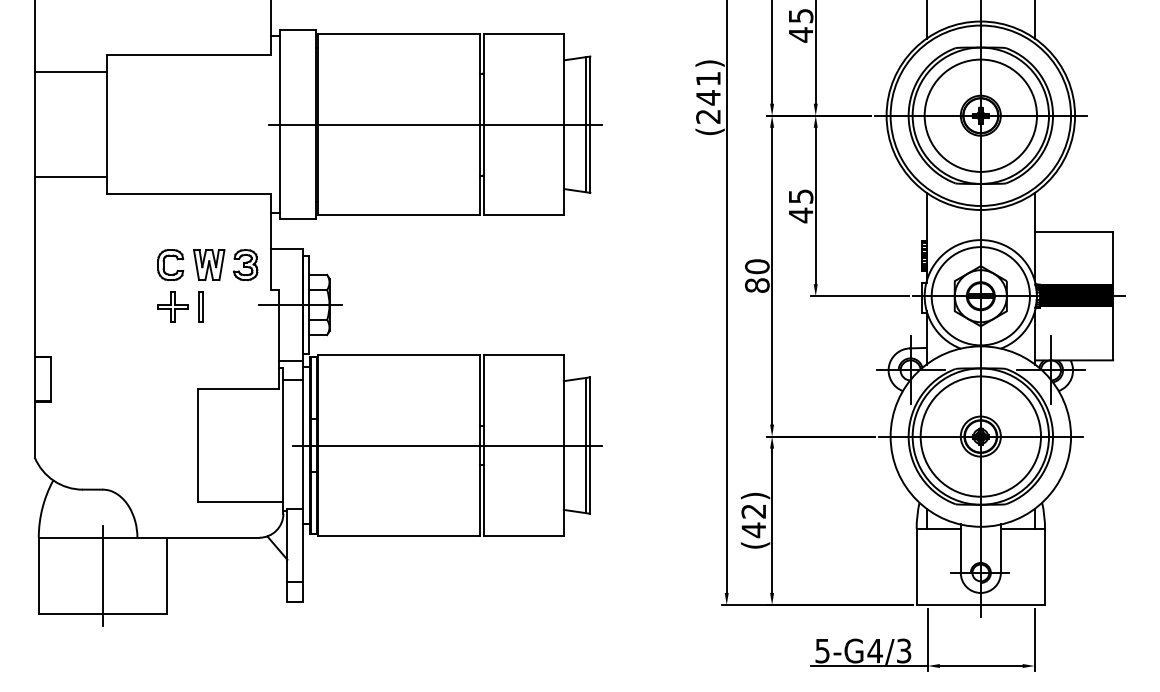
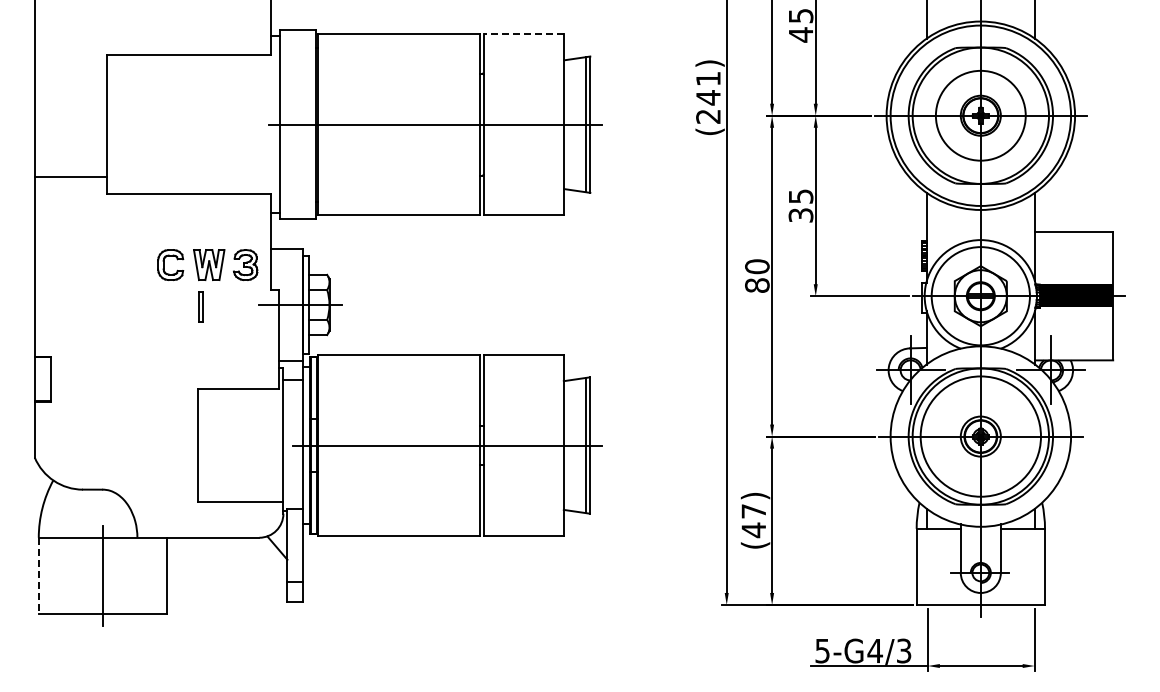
line at (523, 34): solid -> dashed
line at (70, 72): present -> none
circle at (980, 115) diameter: 112 px -> 90 px
text at (800, 215): 45 -> 35
part at (172, 306): present -> none
text at (753, 511): (42) -> (47)
line at (38, 576): solid -> dashed
